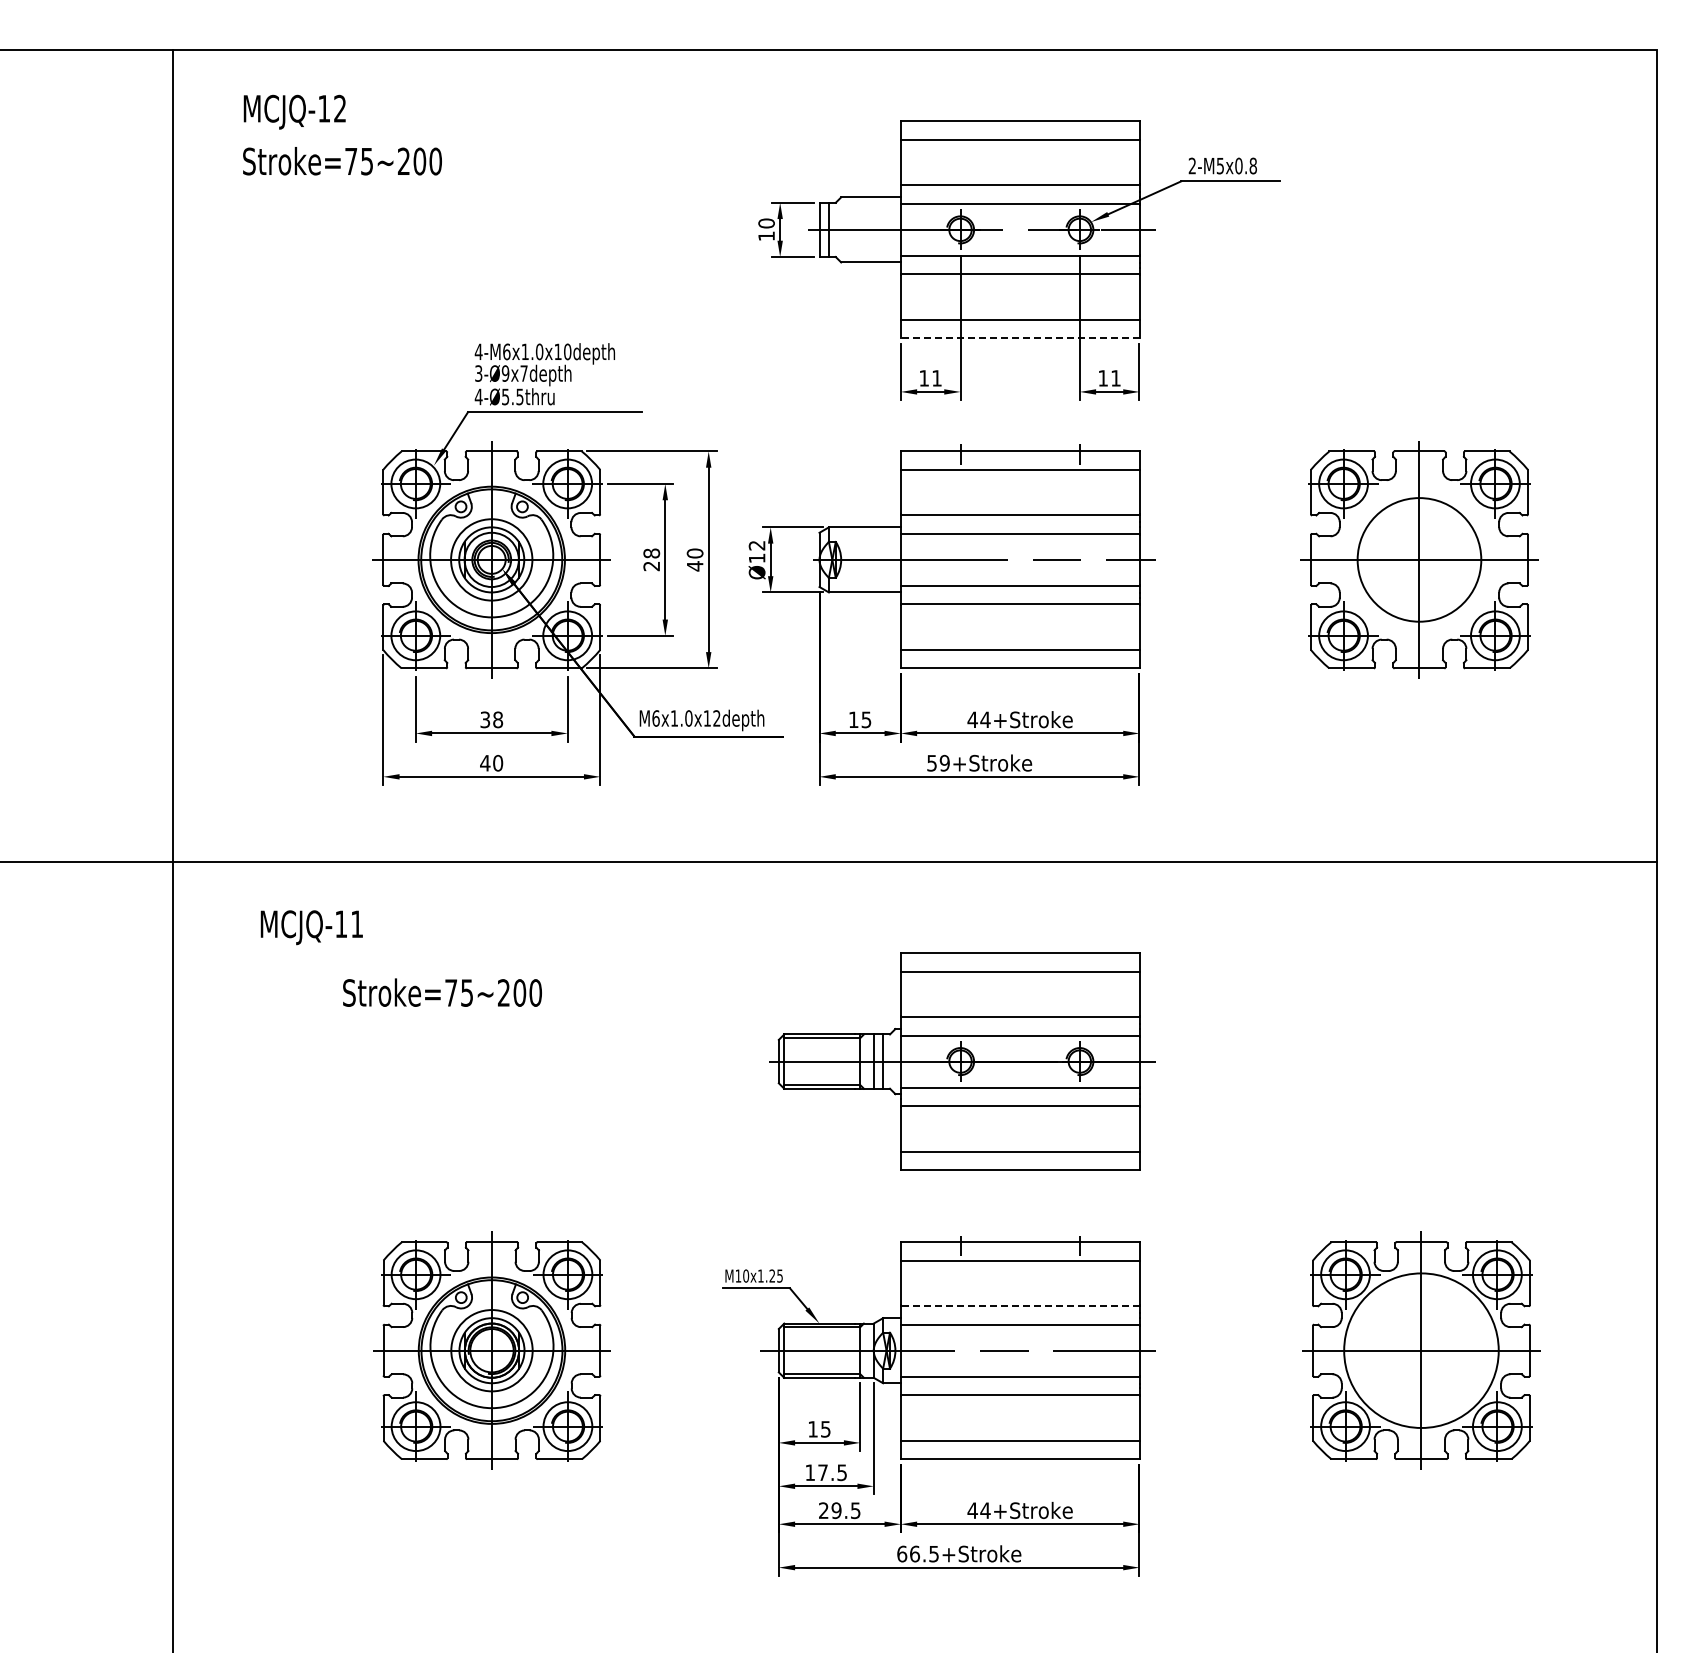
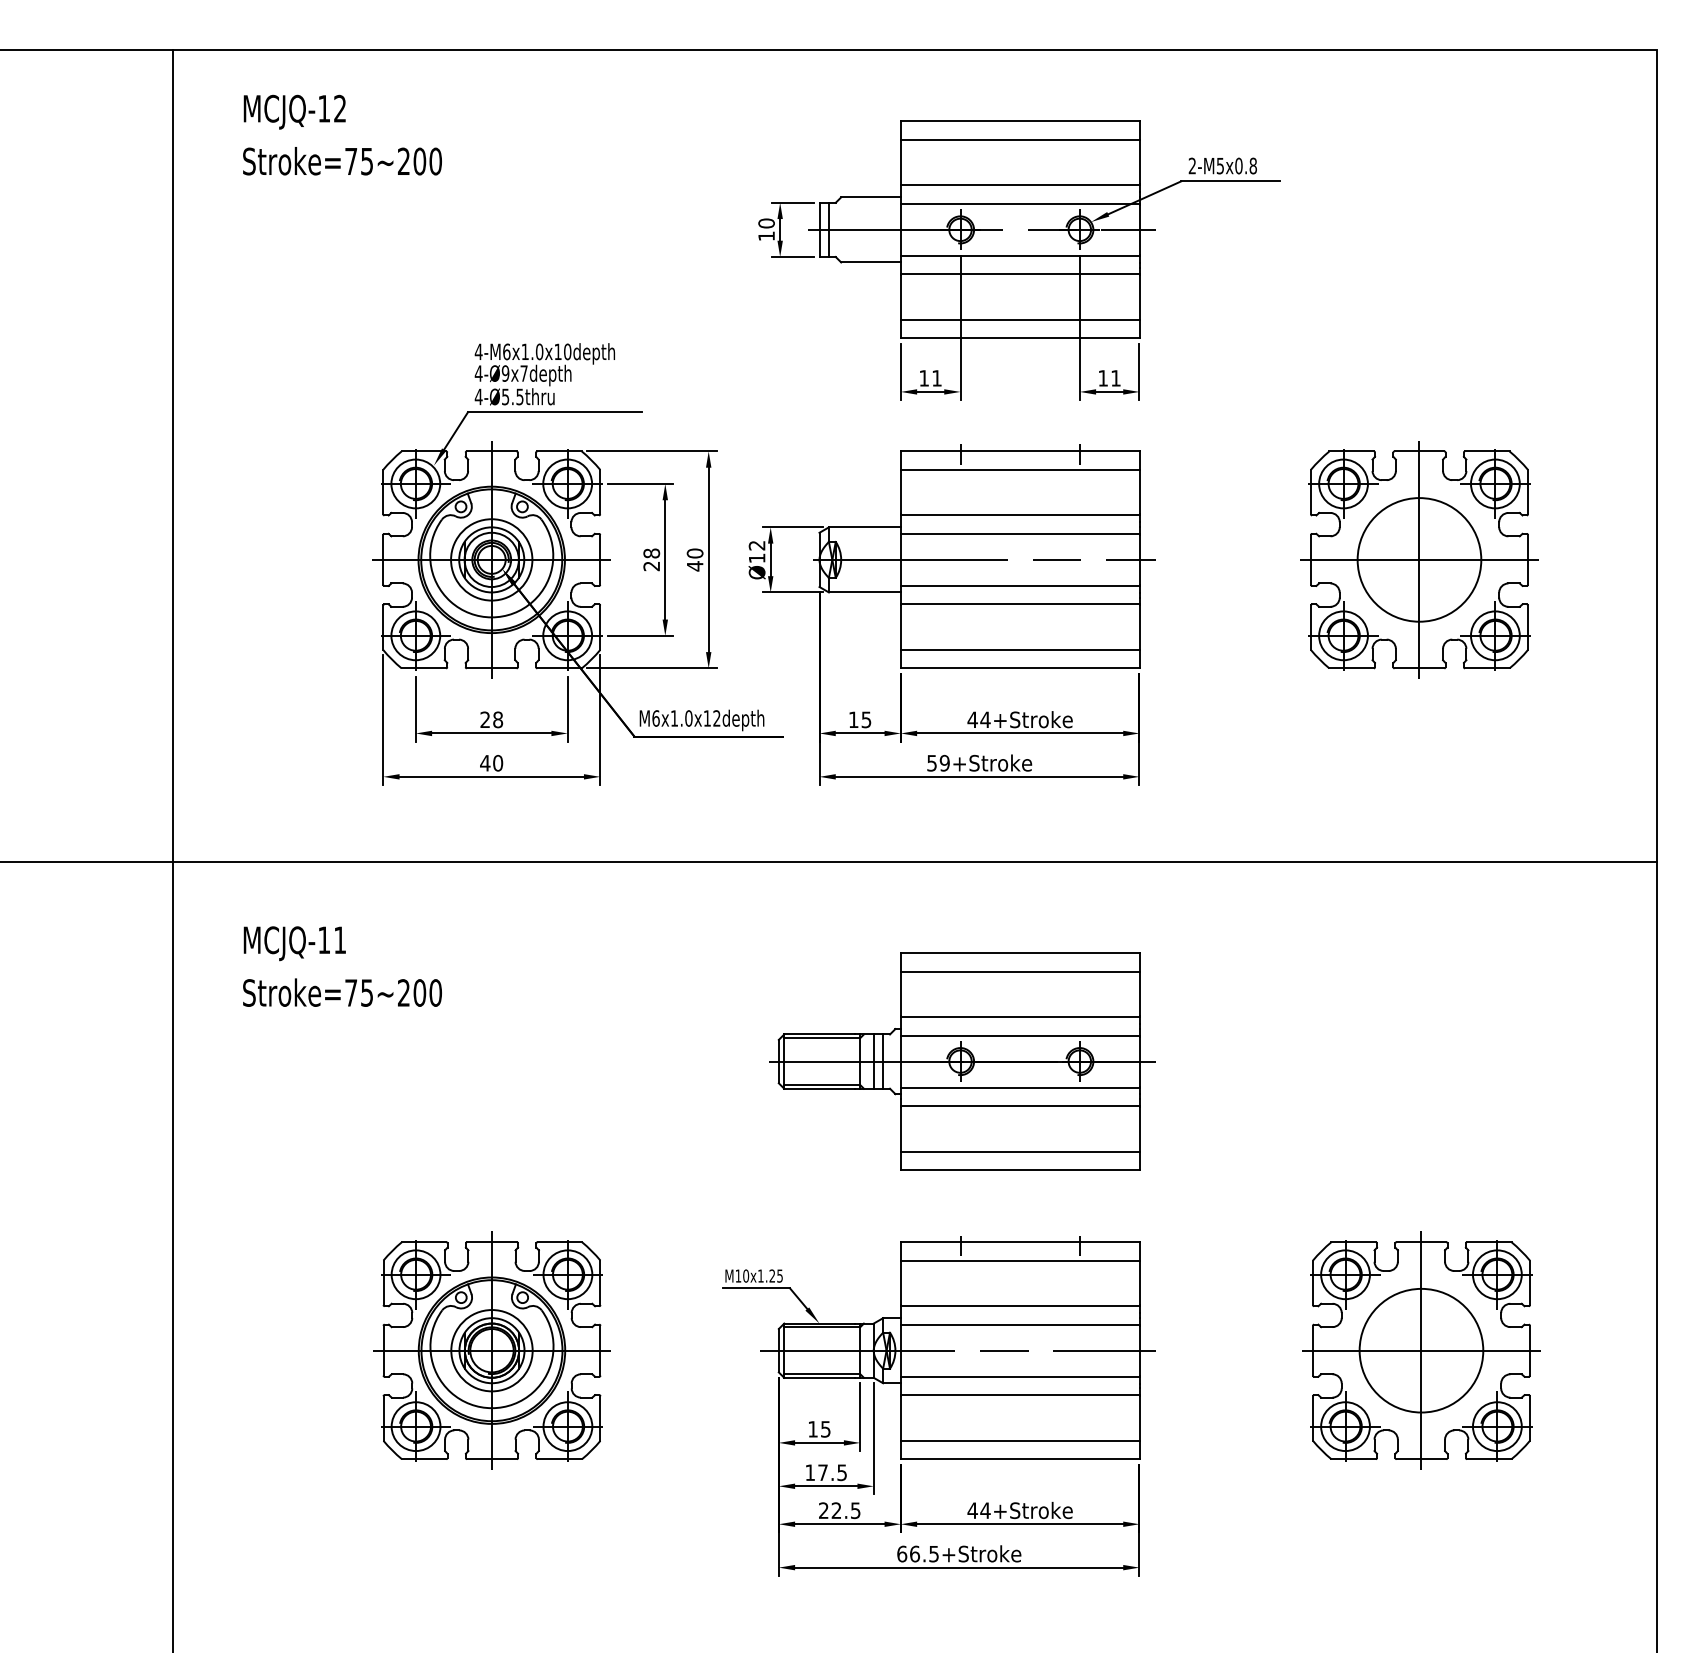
line at (1019, 338): dashed -> solid
text at (478, 373): 3-Ø9x7depth -> 4-Ø9x7depth
text at (485, 719): 38 -> 28
text at (311, 927) position: (311, 927) -> (294, 943)
text at (442, 992) position: (442, 992) -> (342, 992)
line at (1019, 1306): dashed -> solid
circle at (1421, 1350) diameter: 155 px -> 124 px
text at (836, 1510): 29.5 -> 22.5
